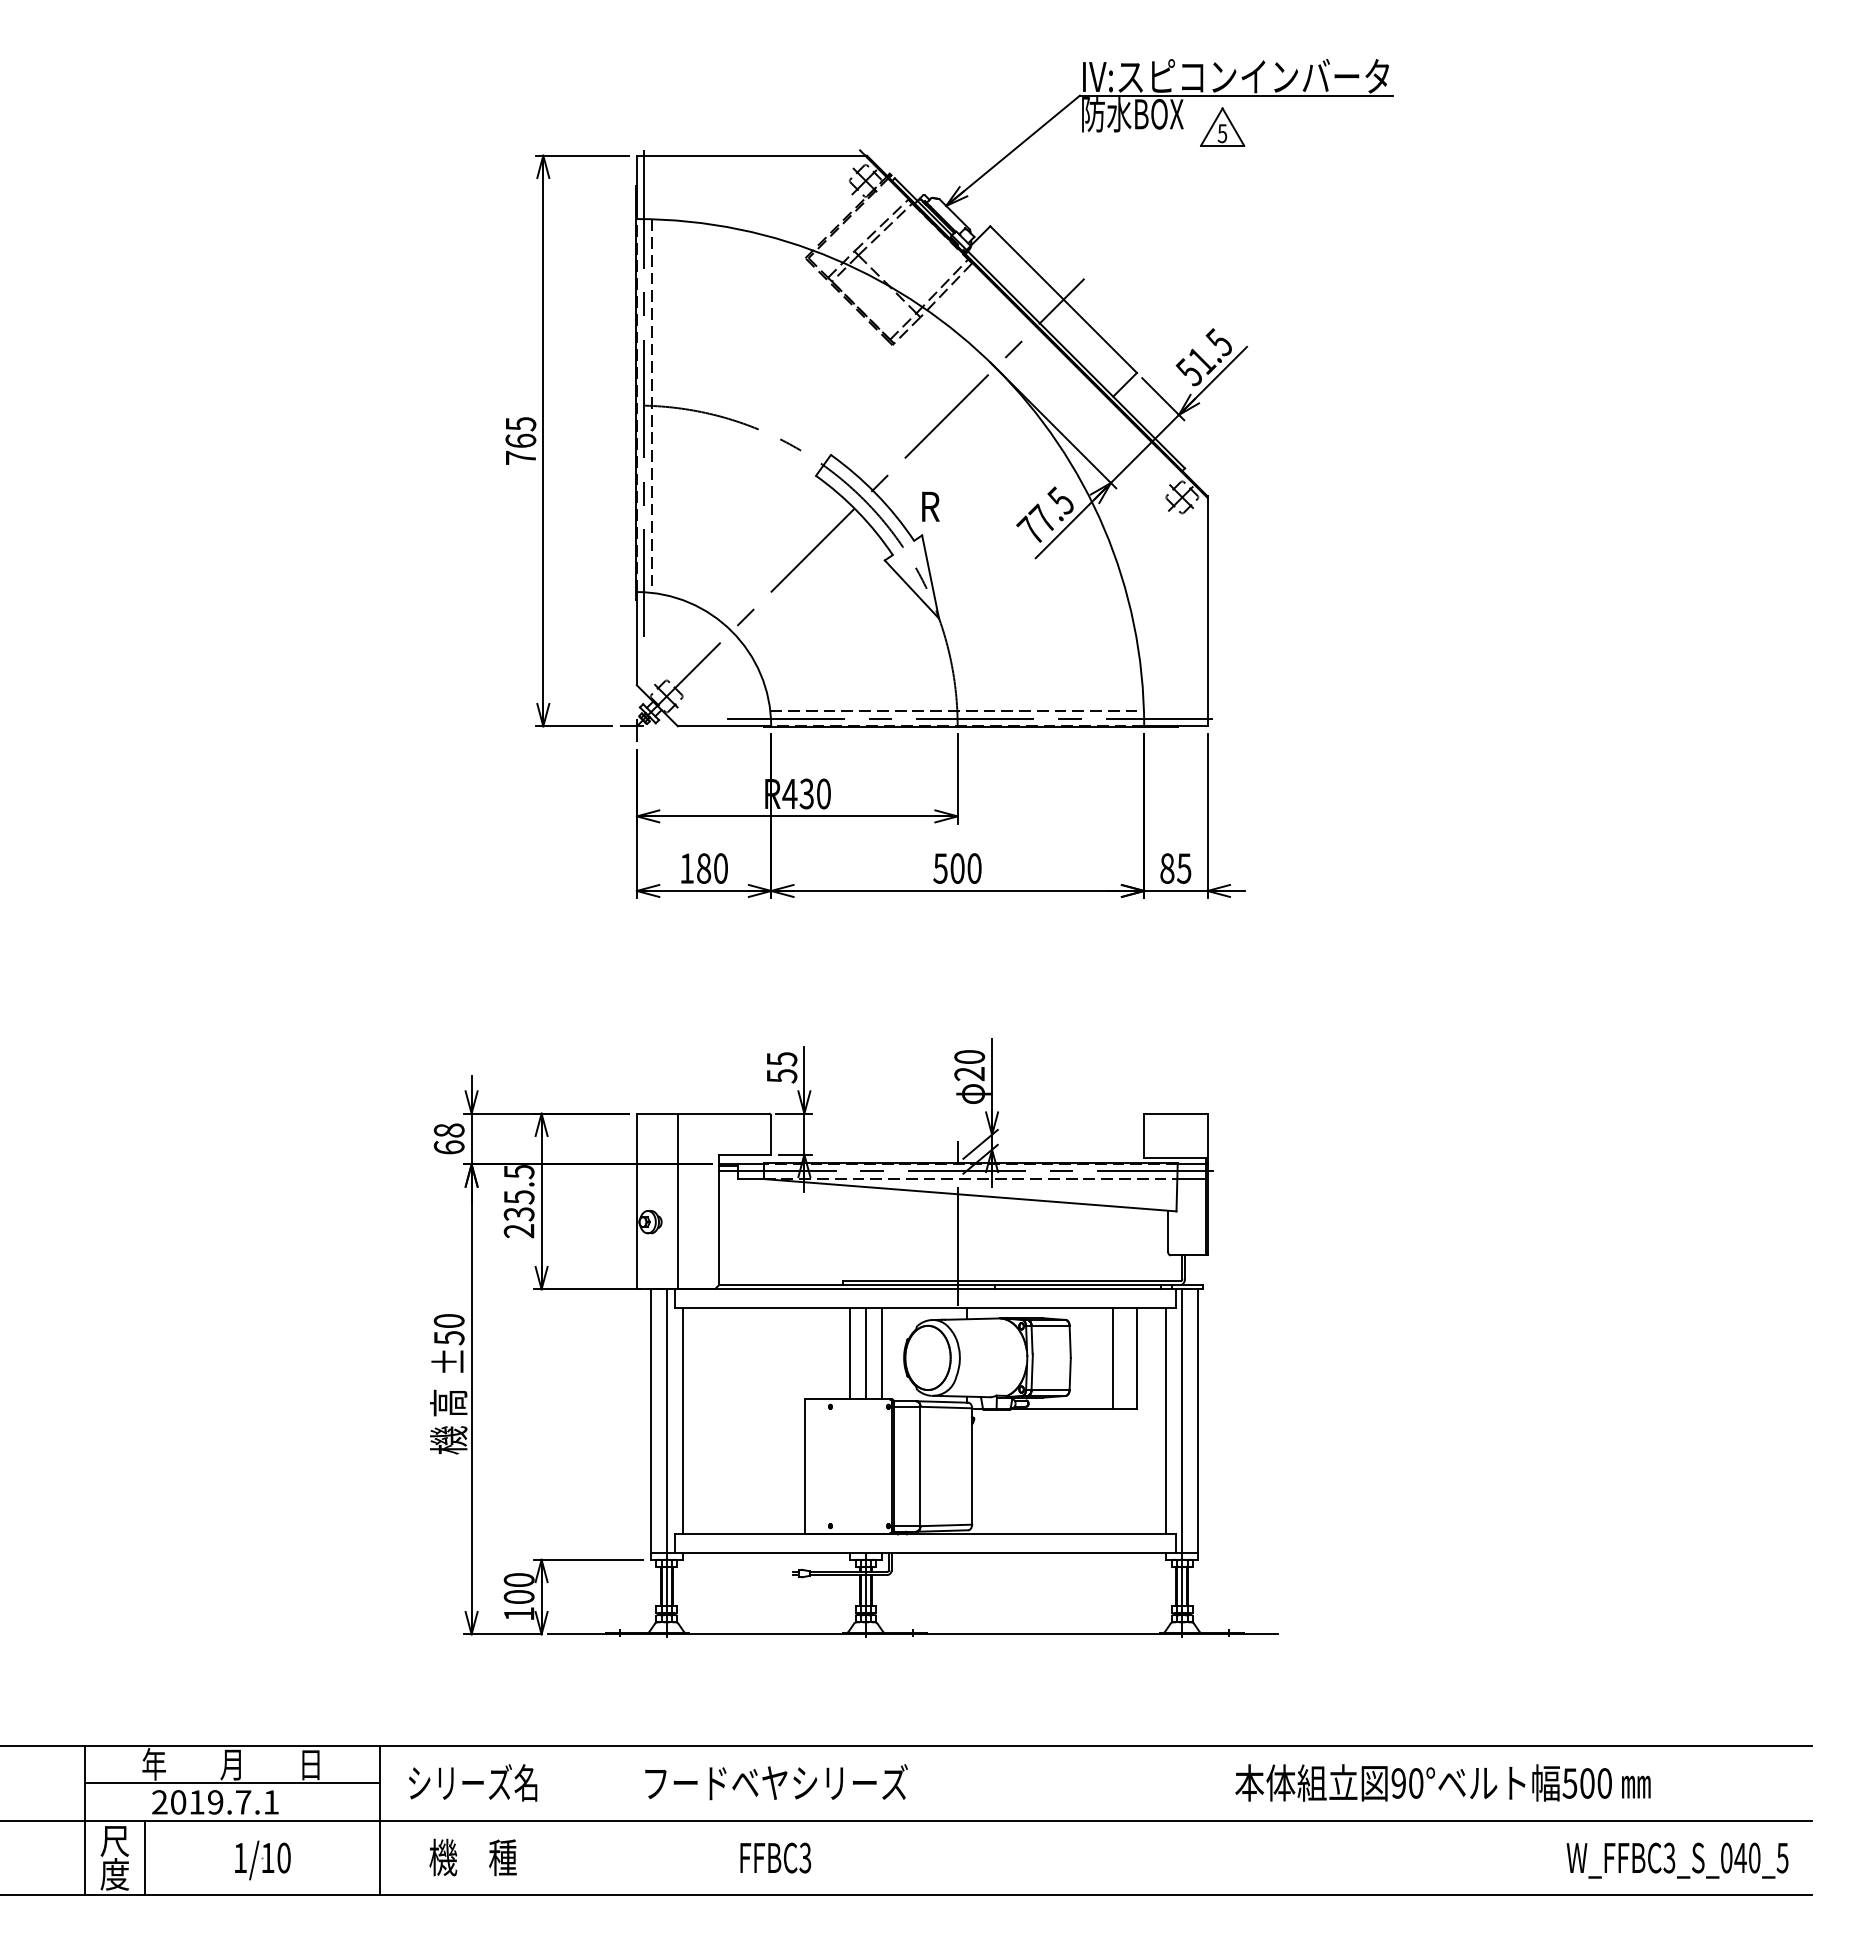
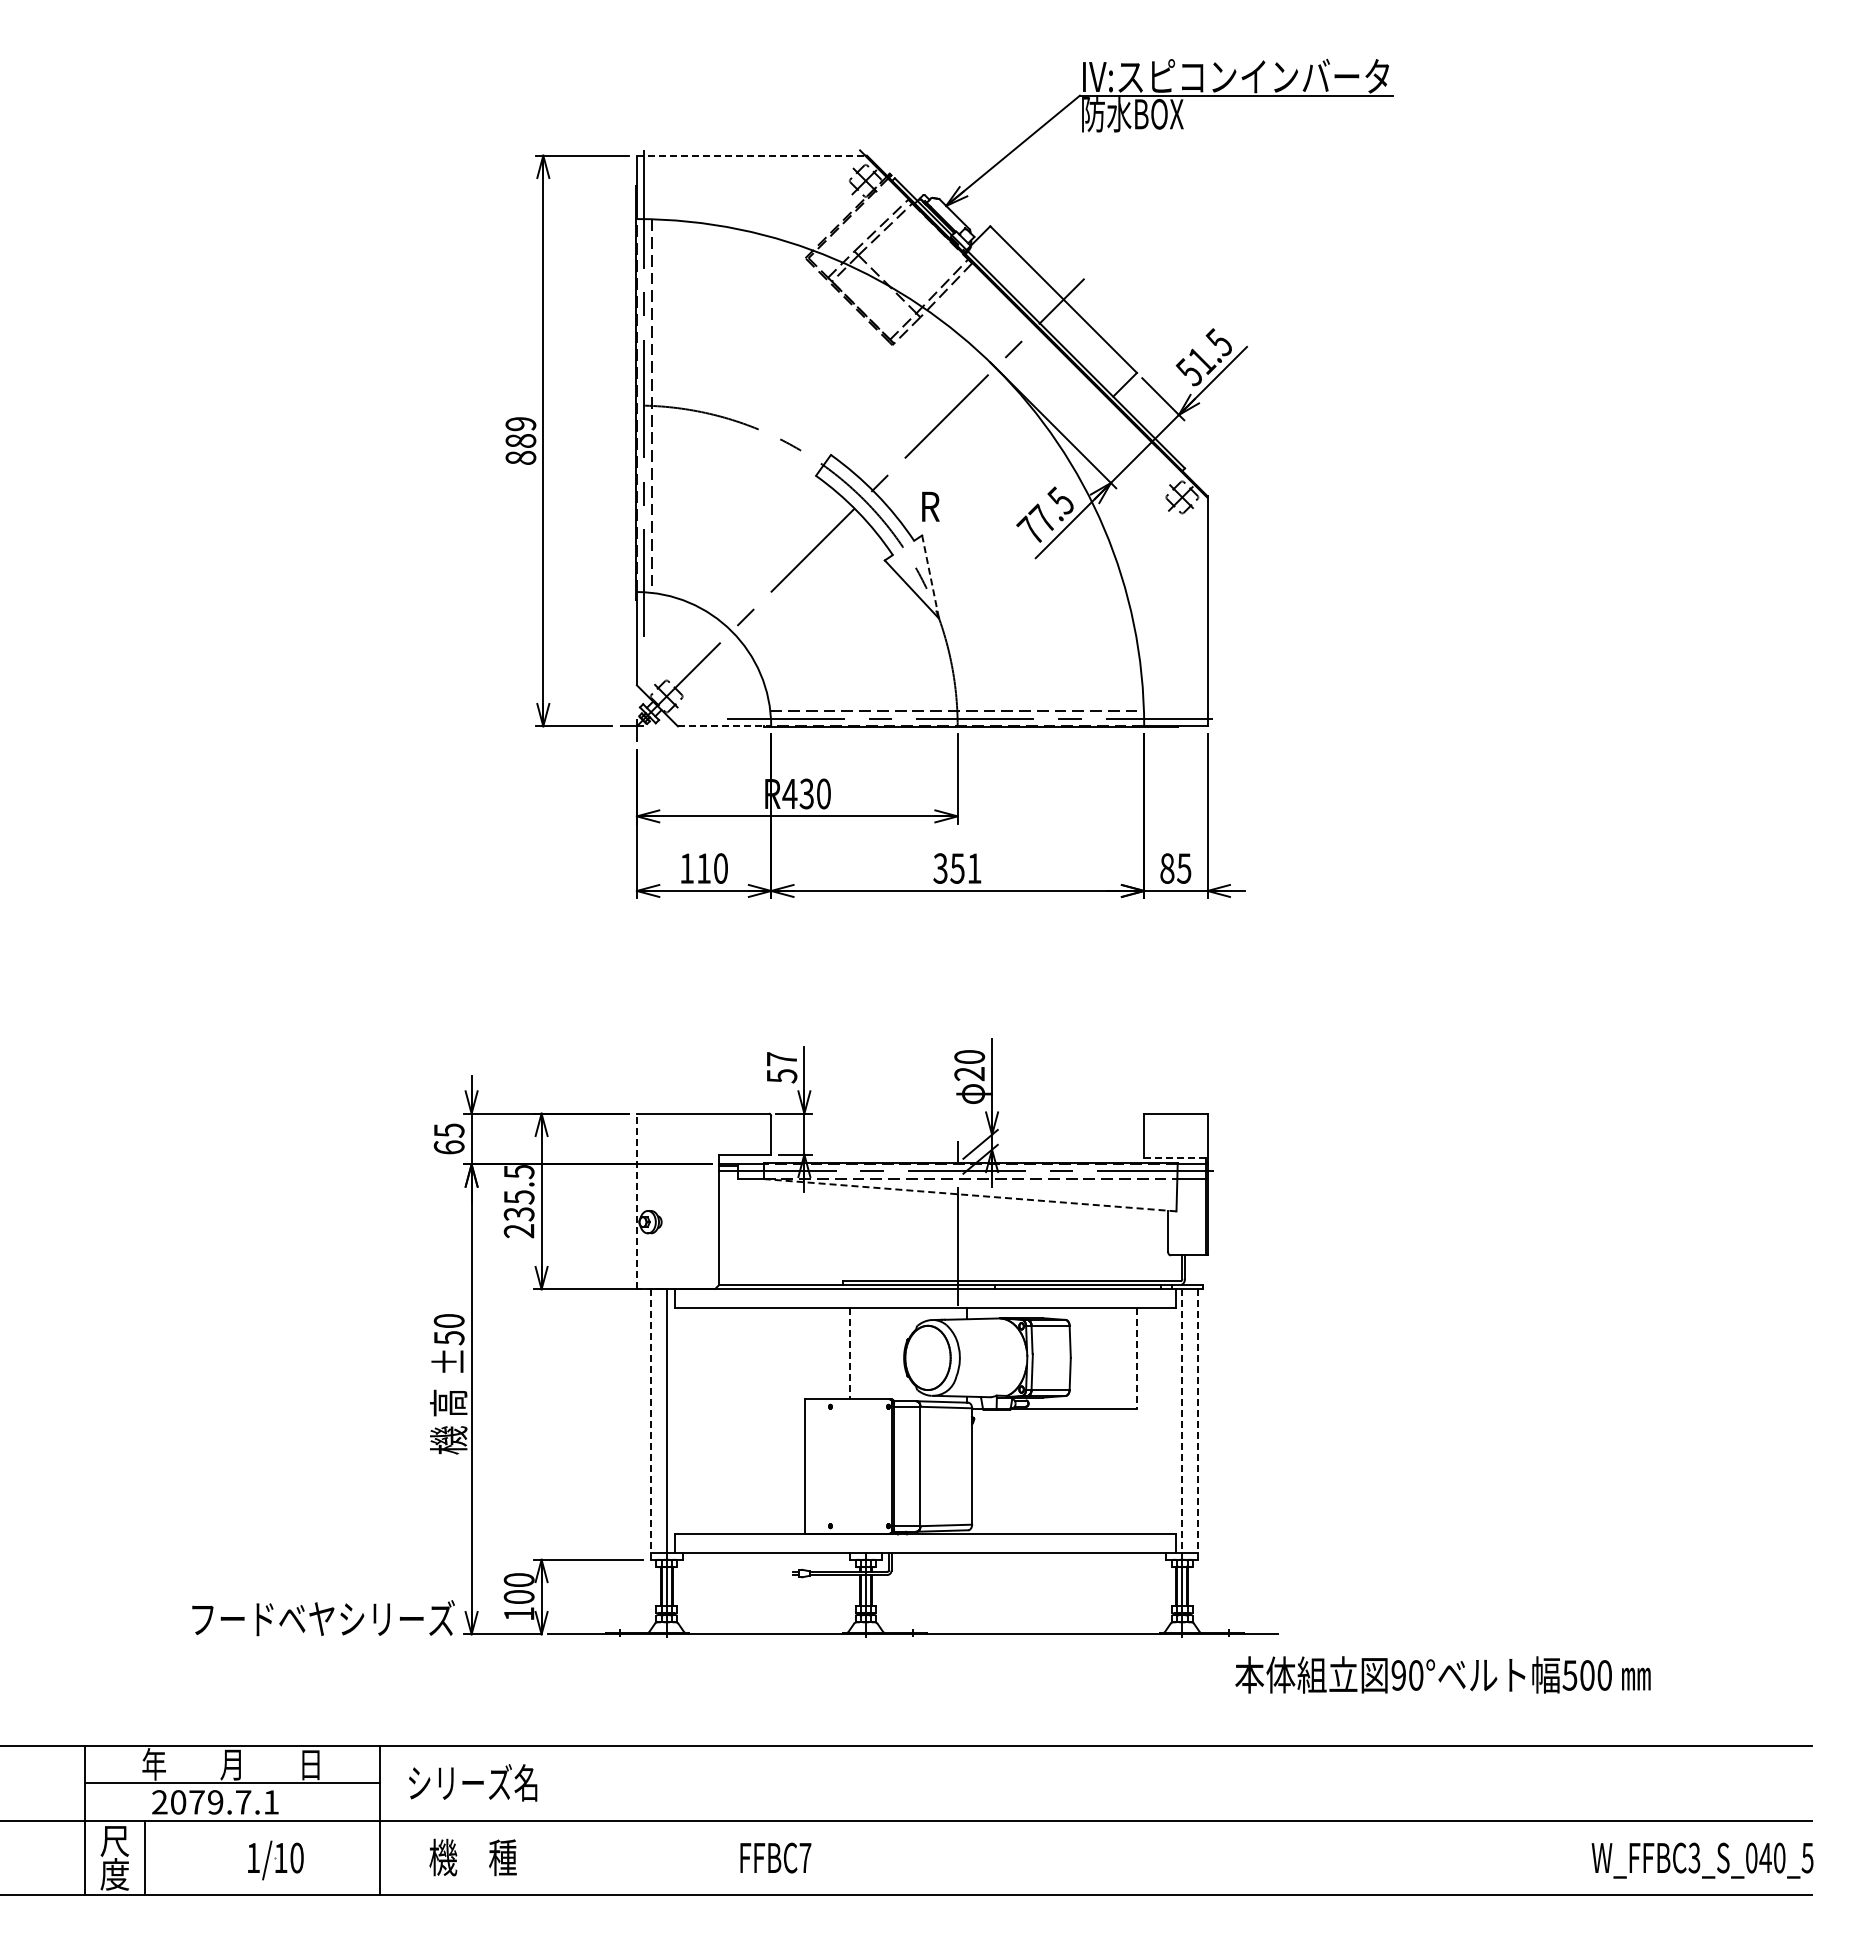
part at (1222, 126): present -> none
line at (752, 155): solid -> dashed
text at (520, 440): 765 -> 889
line at (930, 577): solid -> dashed
line at (724, 726): solid -> dashed
text at (704, 868): 180 -> 110
text at (957, 868): 500 -> 351
text at (782, 1059): 55 -> 57
text at (449, 1130): 68 -> 65
line at (1175, 1158): solid -> dashed
line at (969, 1195): solid -> dashed
line at (677, 1200): present -> none
line at (636, 1201): solid -> dashed
line at (849, 1353): solid -> dashed
line at (865, 1353): present -> none
line at (881, 1353): present -> none
line at (1113, 1357): present -> none
line at (1136, 1358): solid -> dashed
line at (682, 1420): present -> none
line at (1166, 1420): present -> none
line at (1198, 1424): solid -> dashed
line at (650, 1425): solid -> dashed
line at (1182, 1425): solid -> dashed
text at (776, 1782) position: (776, 1782) -> (323, 1618)
text at (1442, 1782) position: (1442, 1782) -> (1442, 1674)
text at (196, 1802): 2019.7.1 -> 2079.7.1
text at (805, 1857): FFBC3 -> FFBC7
part at (262, 1860) position: (262, 1860) -> (275, 1860)
text at (1677, 1860) position: (1677, 1860) -> (1702, 1860)
